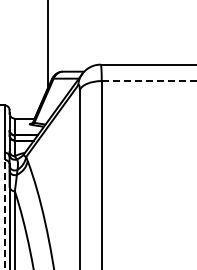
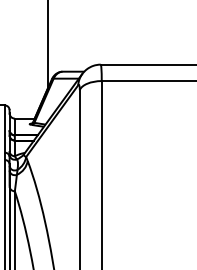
line at (149, 81): dashed -> solid
line at (4, 214): dashed -> solid
